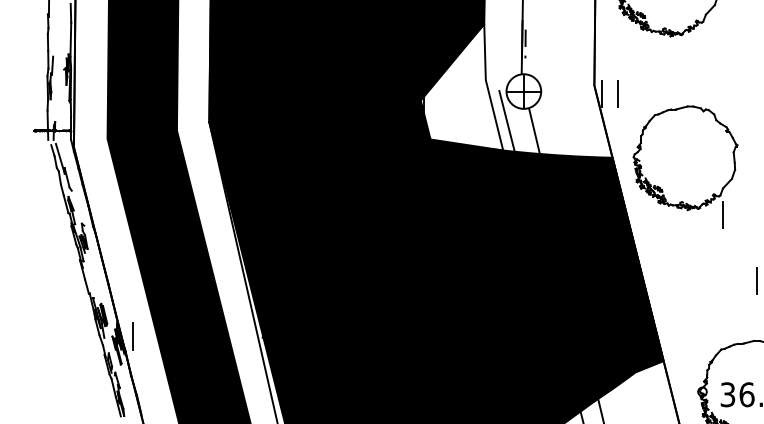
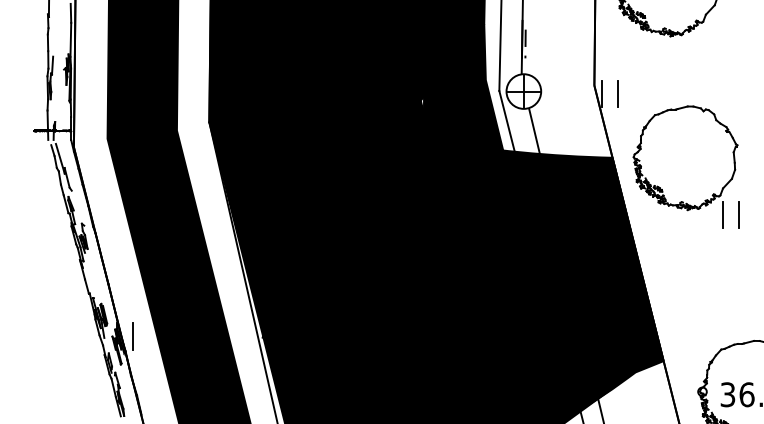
line at (500, 46): none -> present
fill at (463, 87): none -> present
line at (756, 280) position: (756, 280) -> (738, 214)
